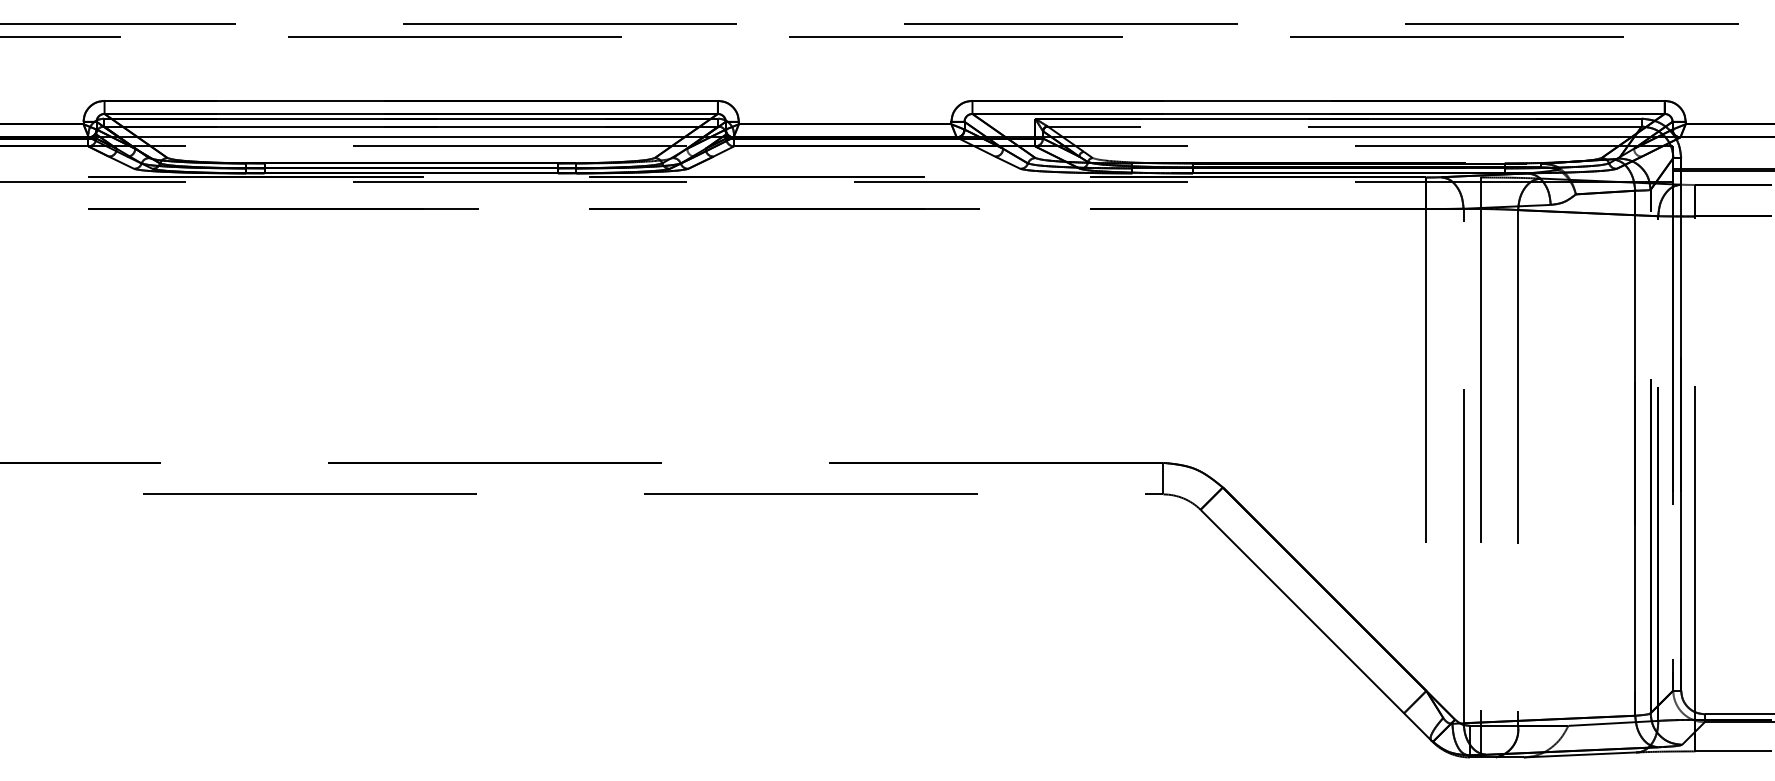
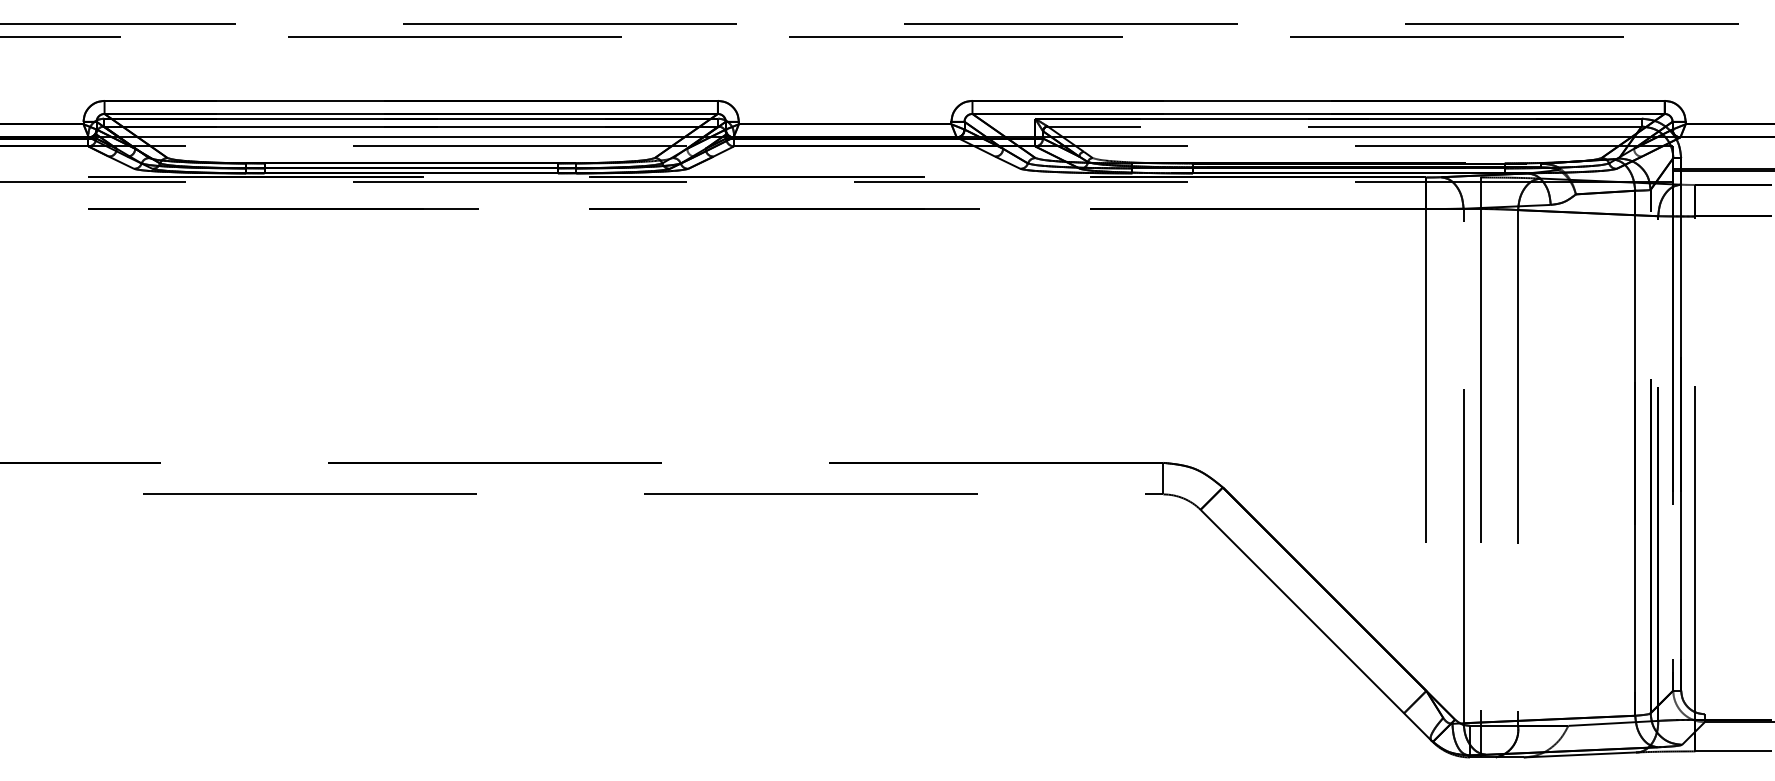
line at (1737, 714): present -> none
